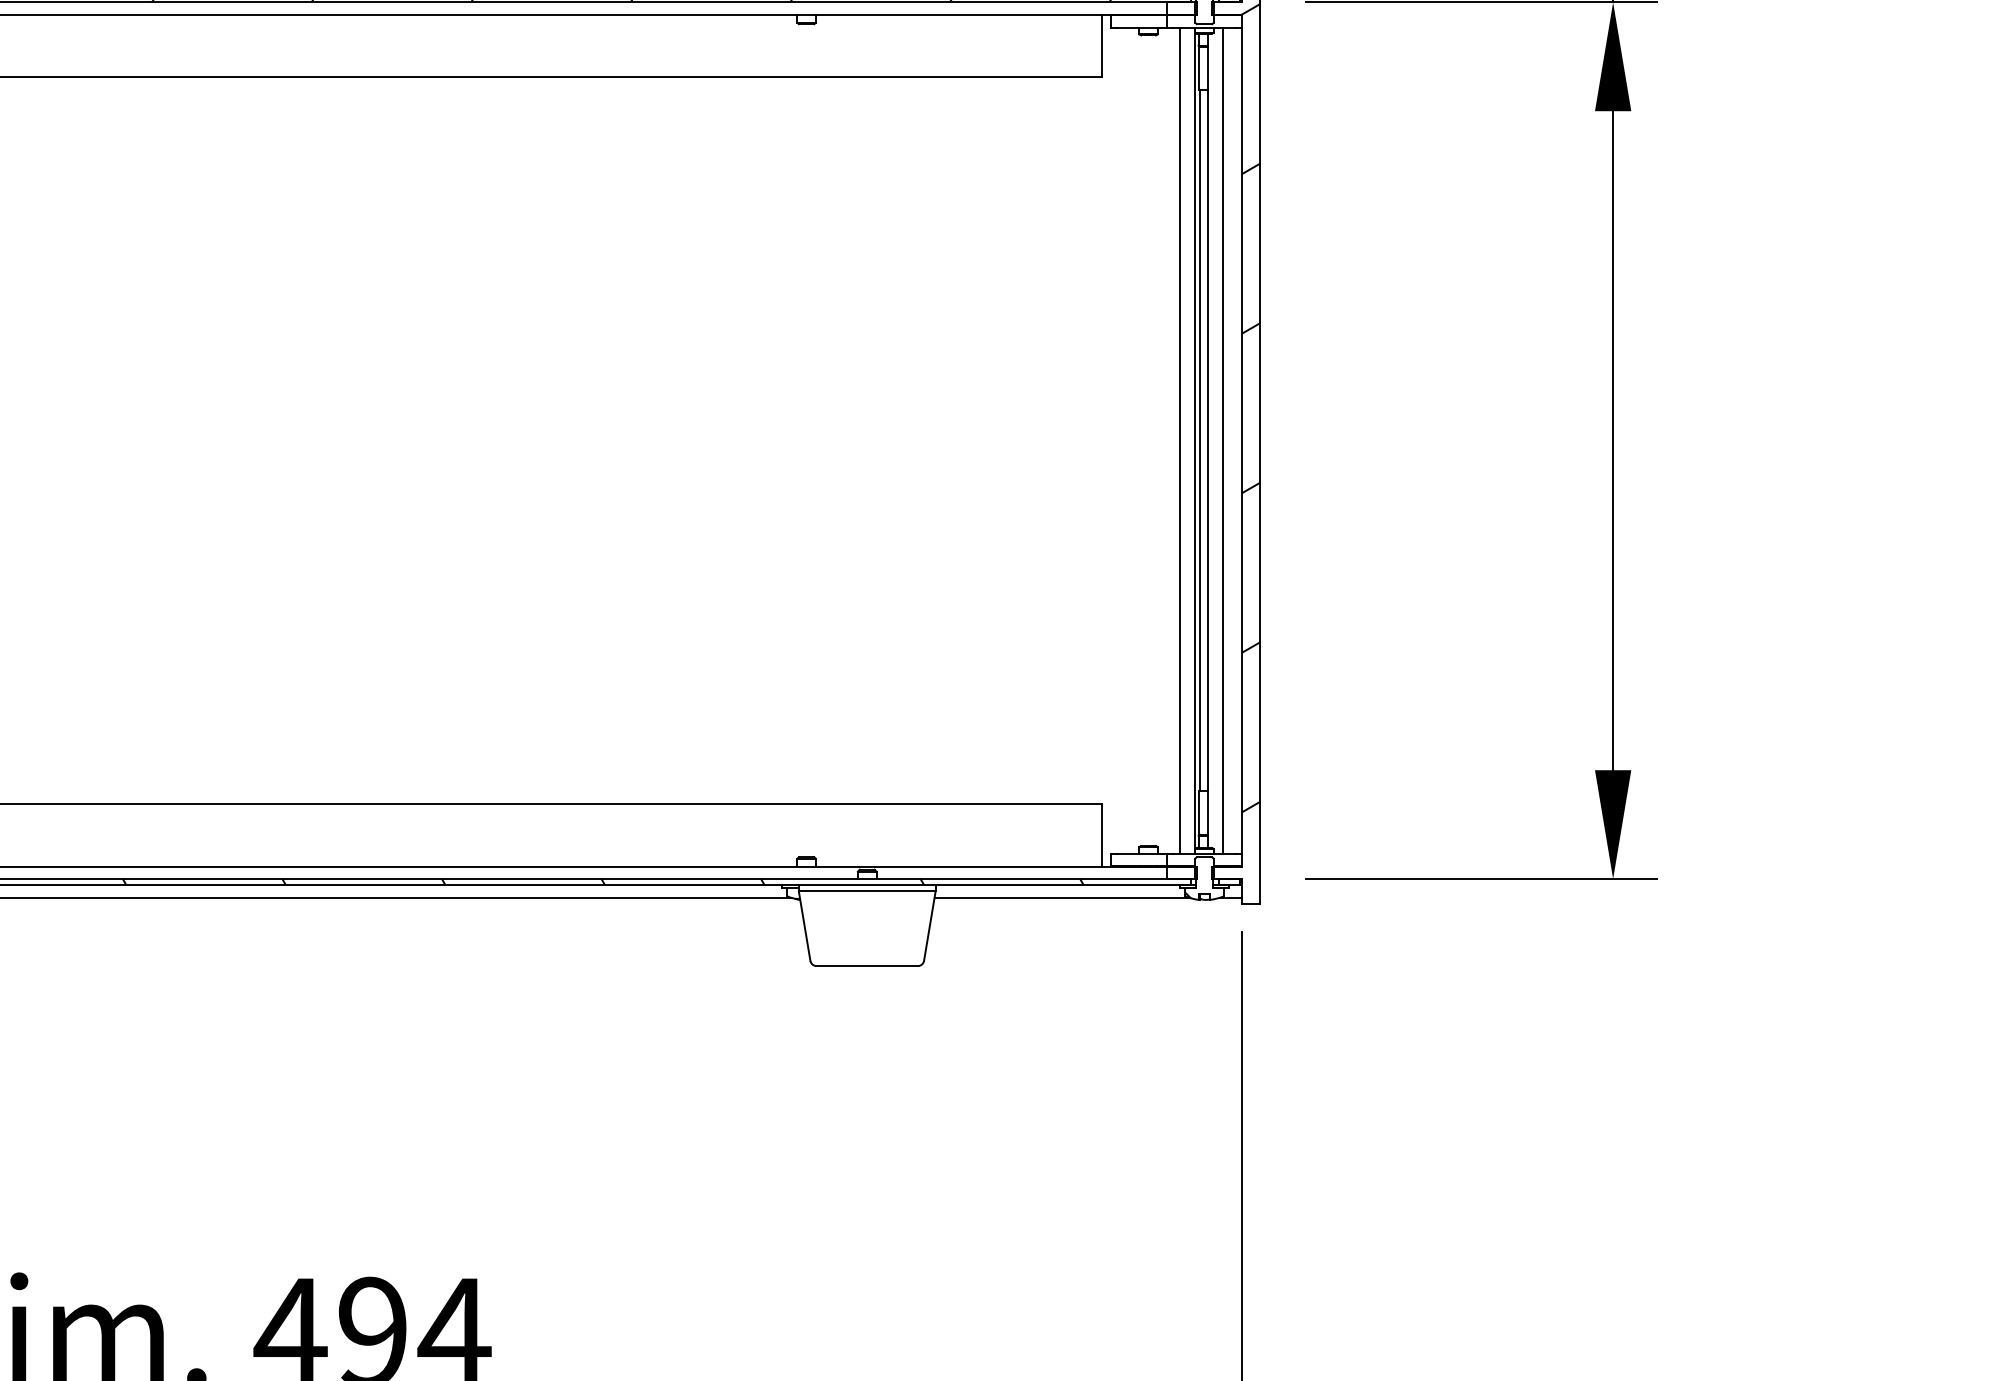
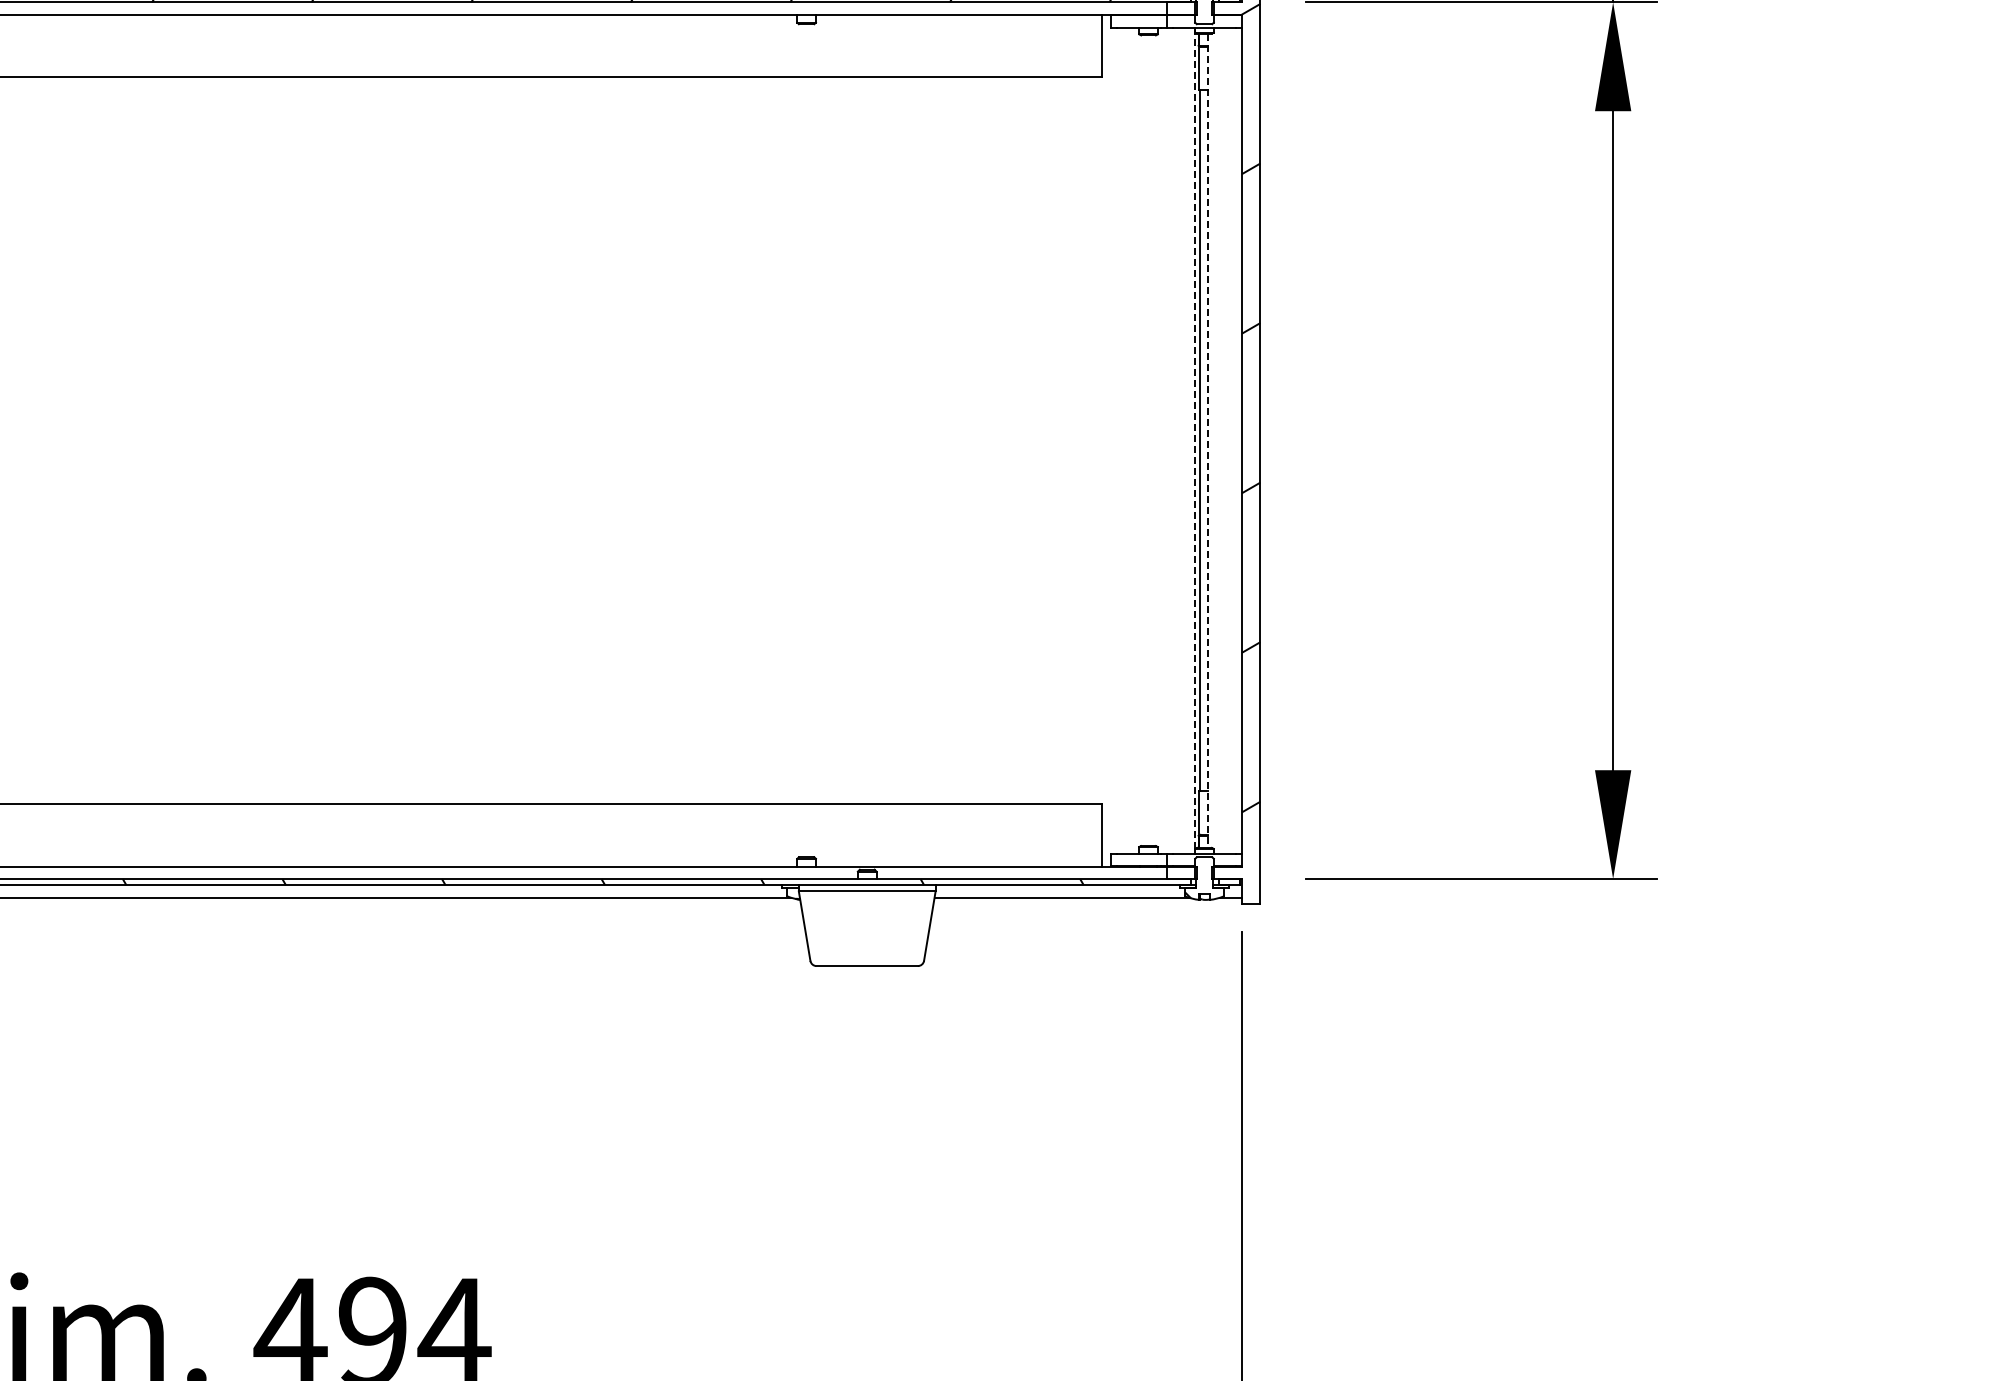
line at (1179, 440): present -> none
line at (1194, 440): solid -> dashed
line at (1223, 440): present -> none
line at (1207, 441): solid -> dashed
